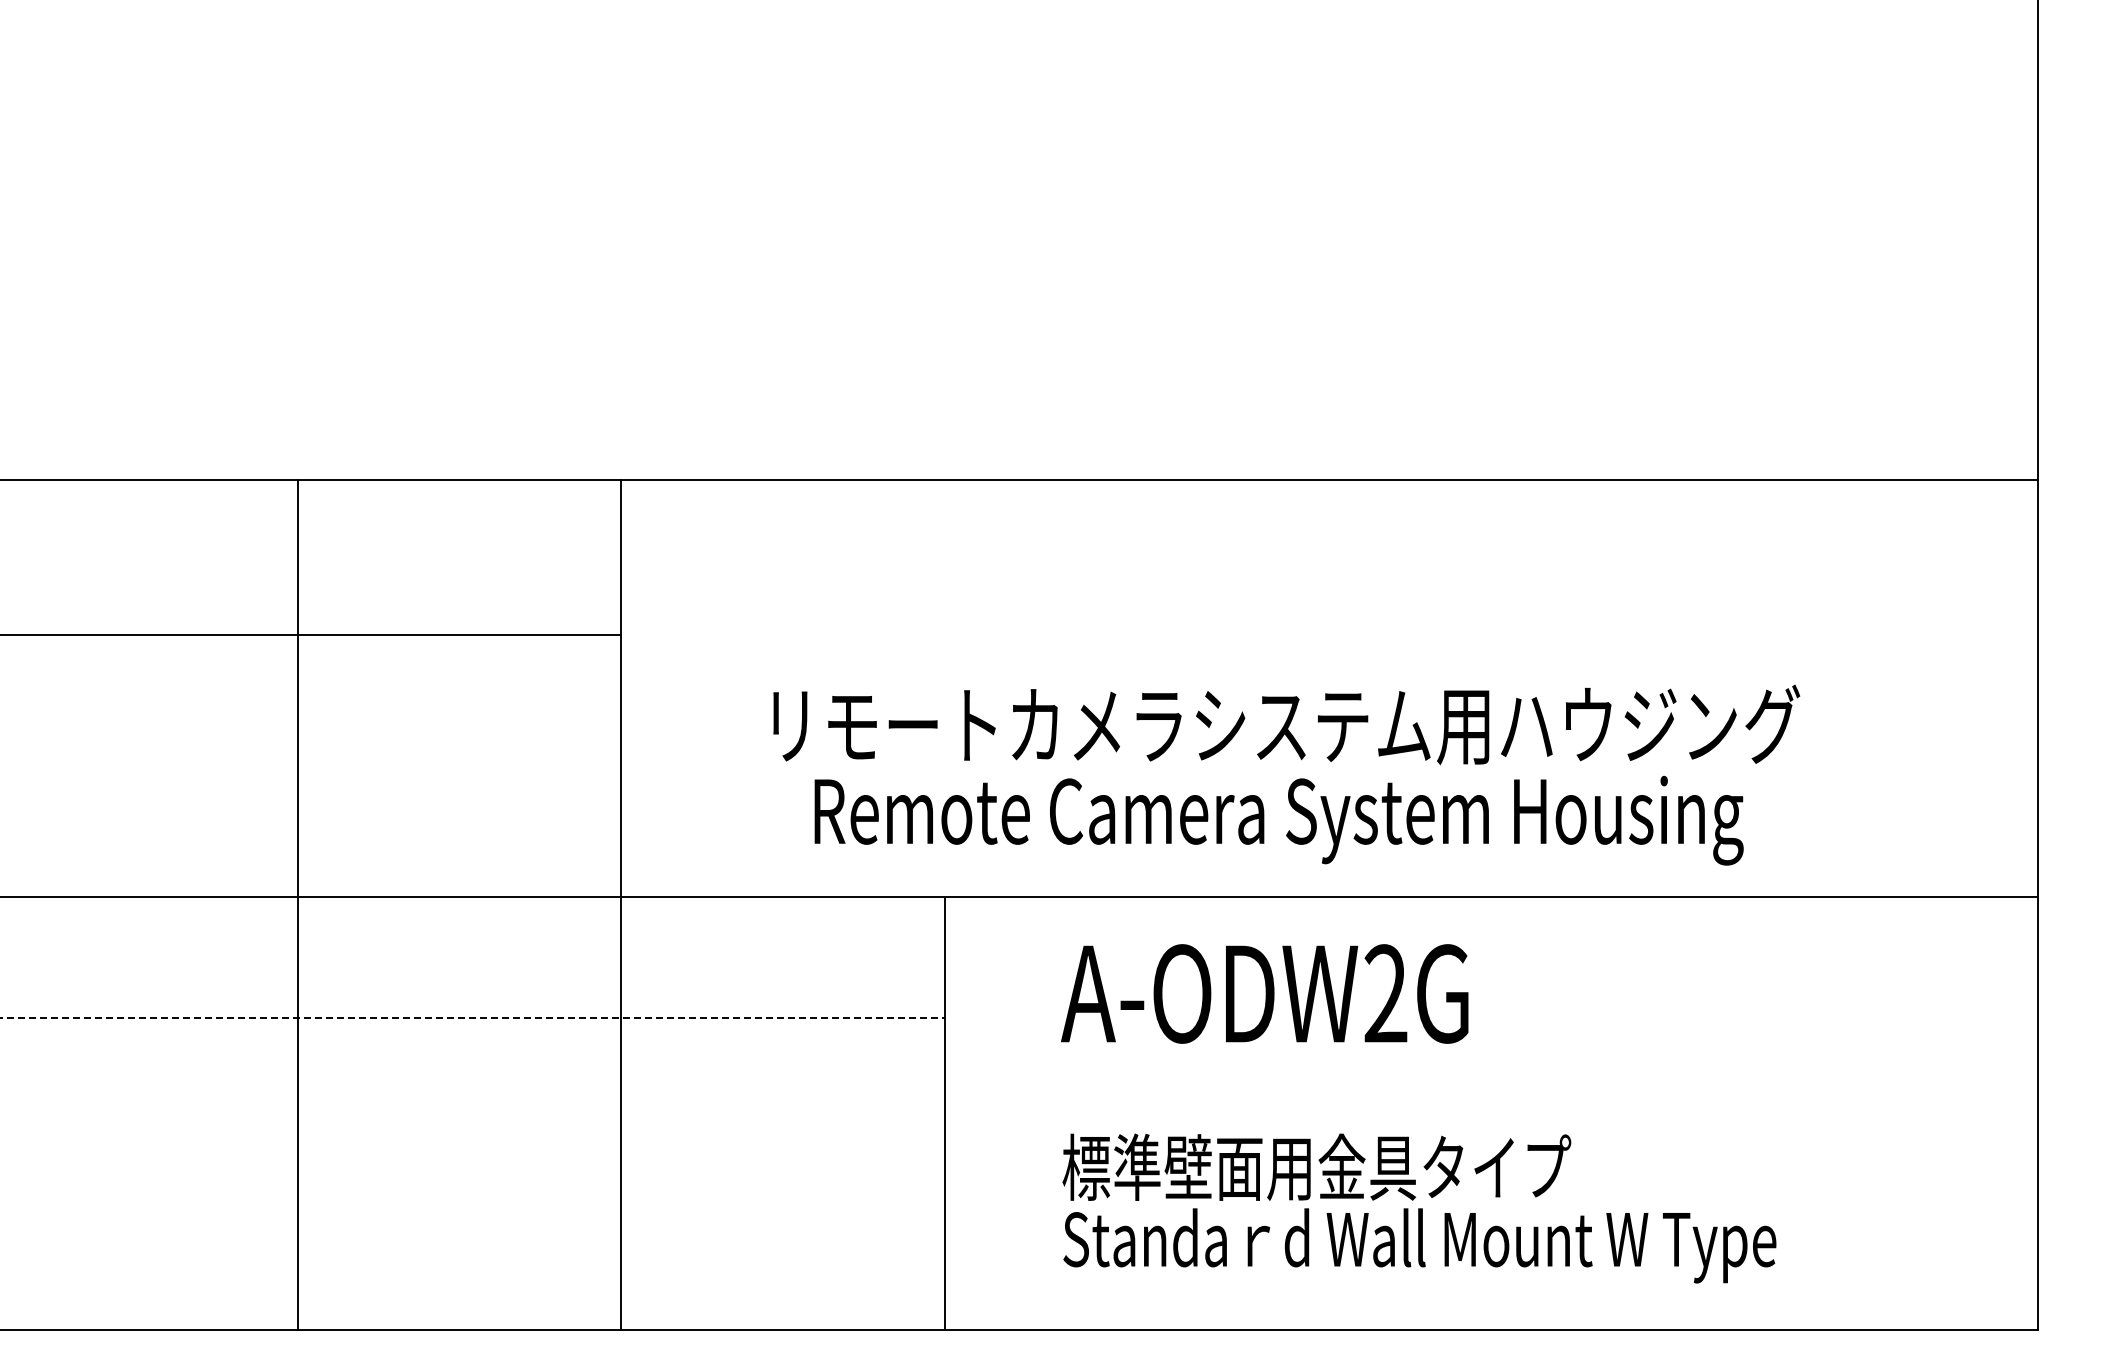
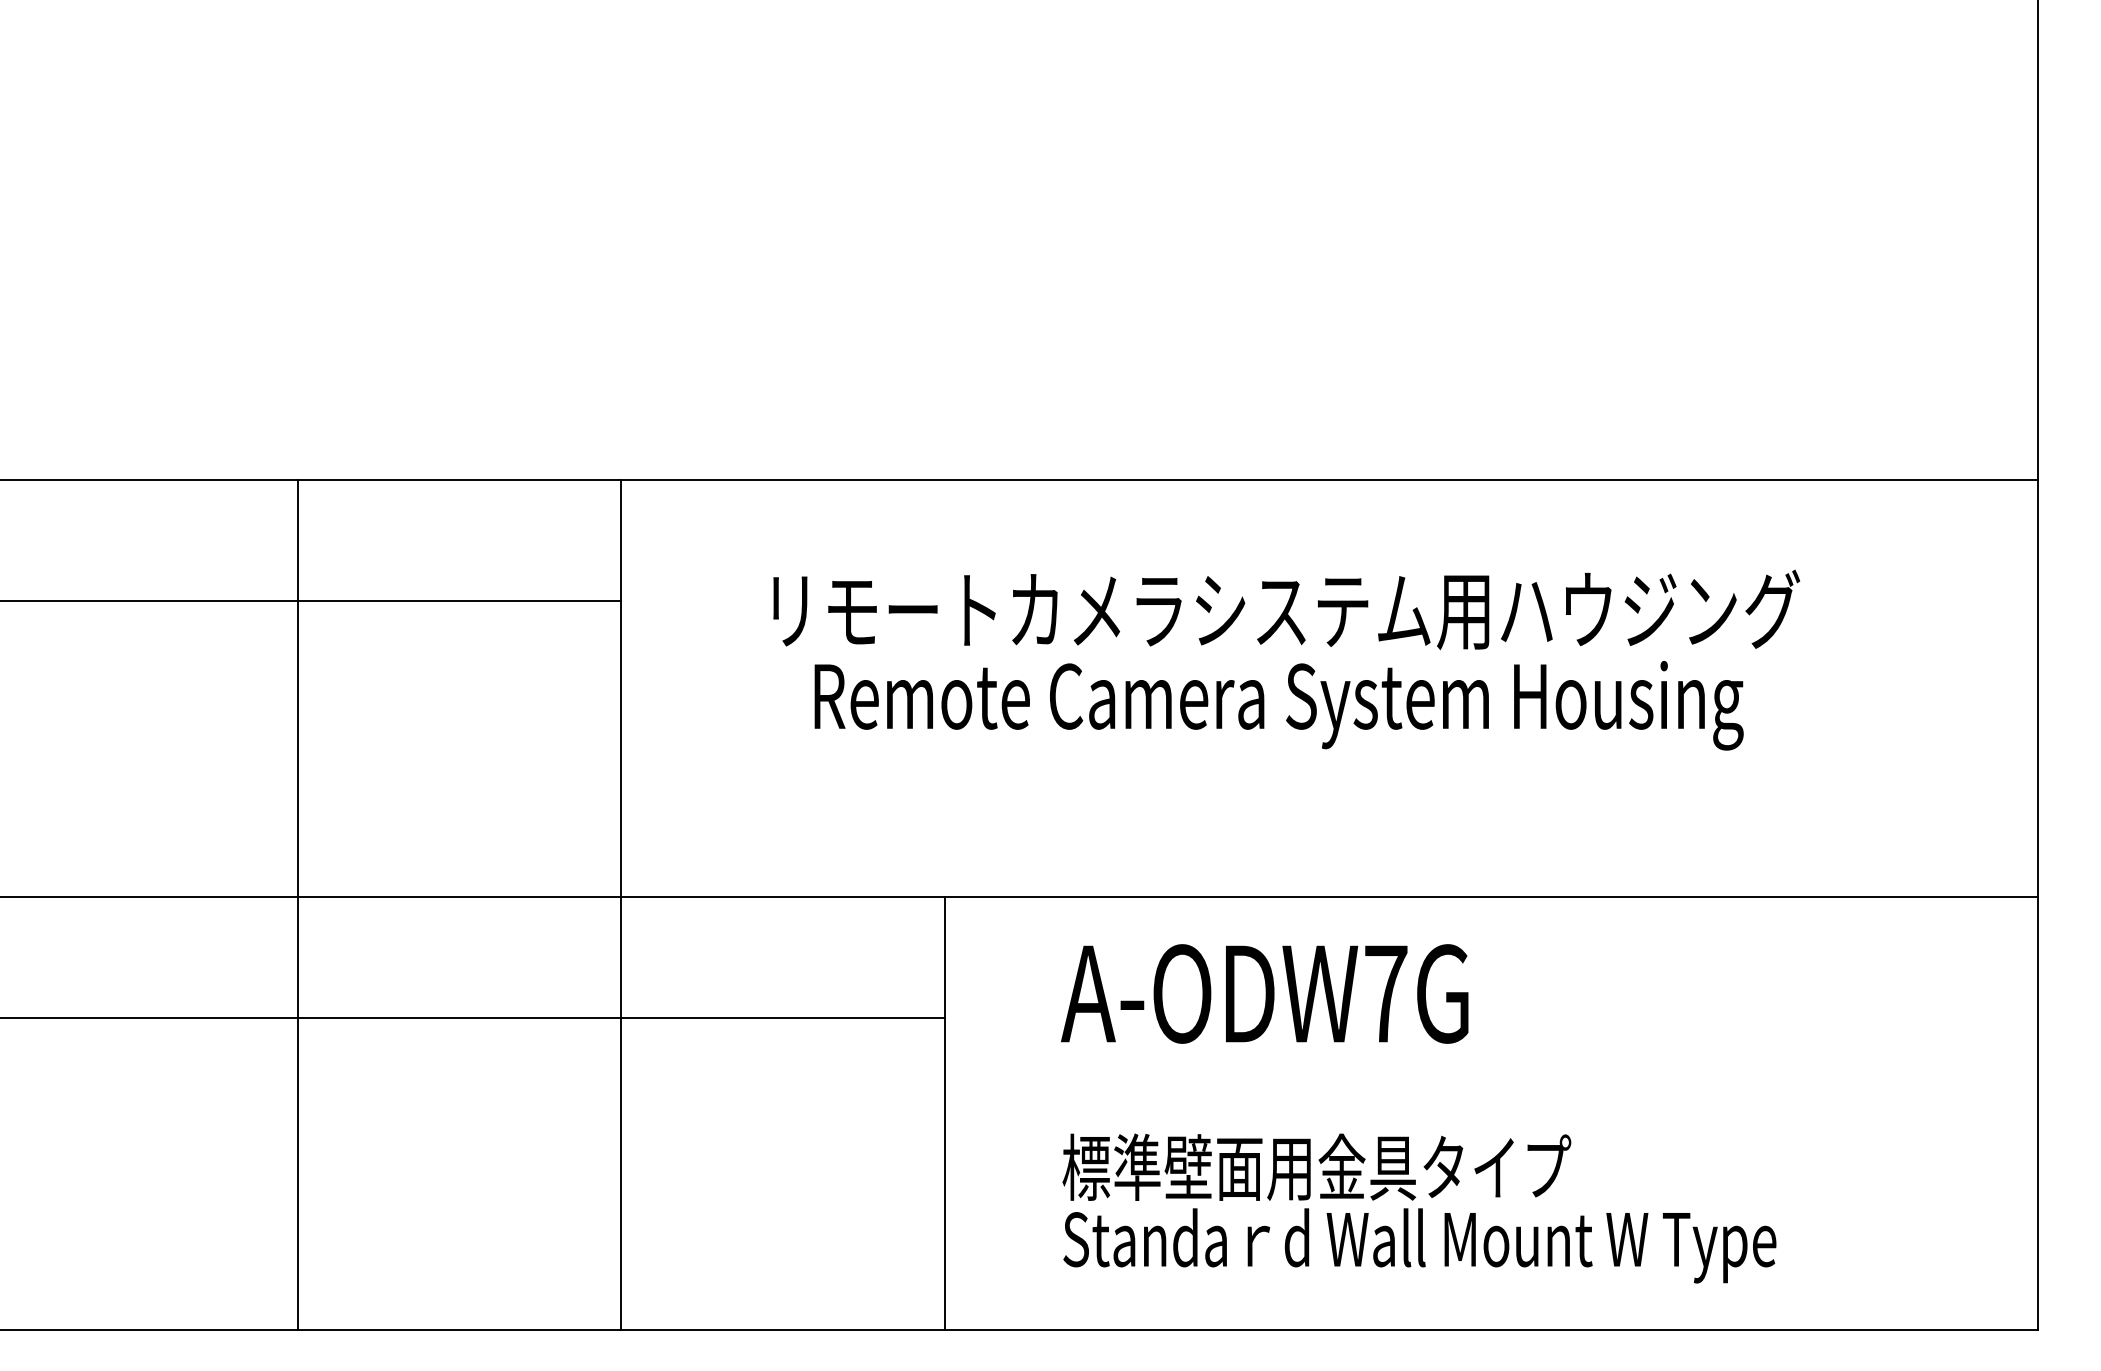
line at (311, 635) position: (311, 635) -> (311, 601)
text at (1286, 774) position: (1286, 774) -> (1286, 659)
text at (1385, 993): A-ODW2G -> A-ODW7G
line at (473, 1018): dashed -> solid
